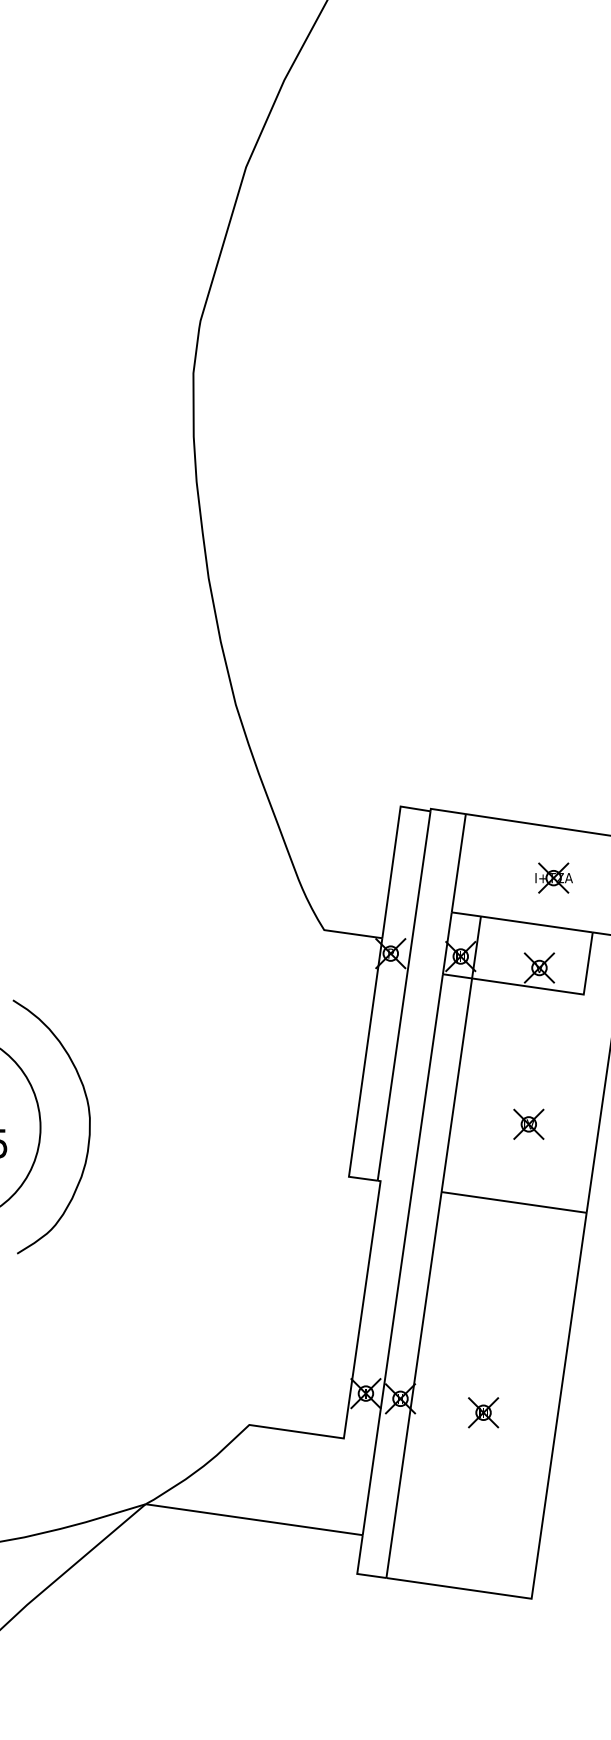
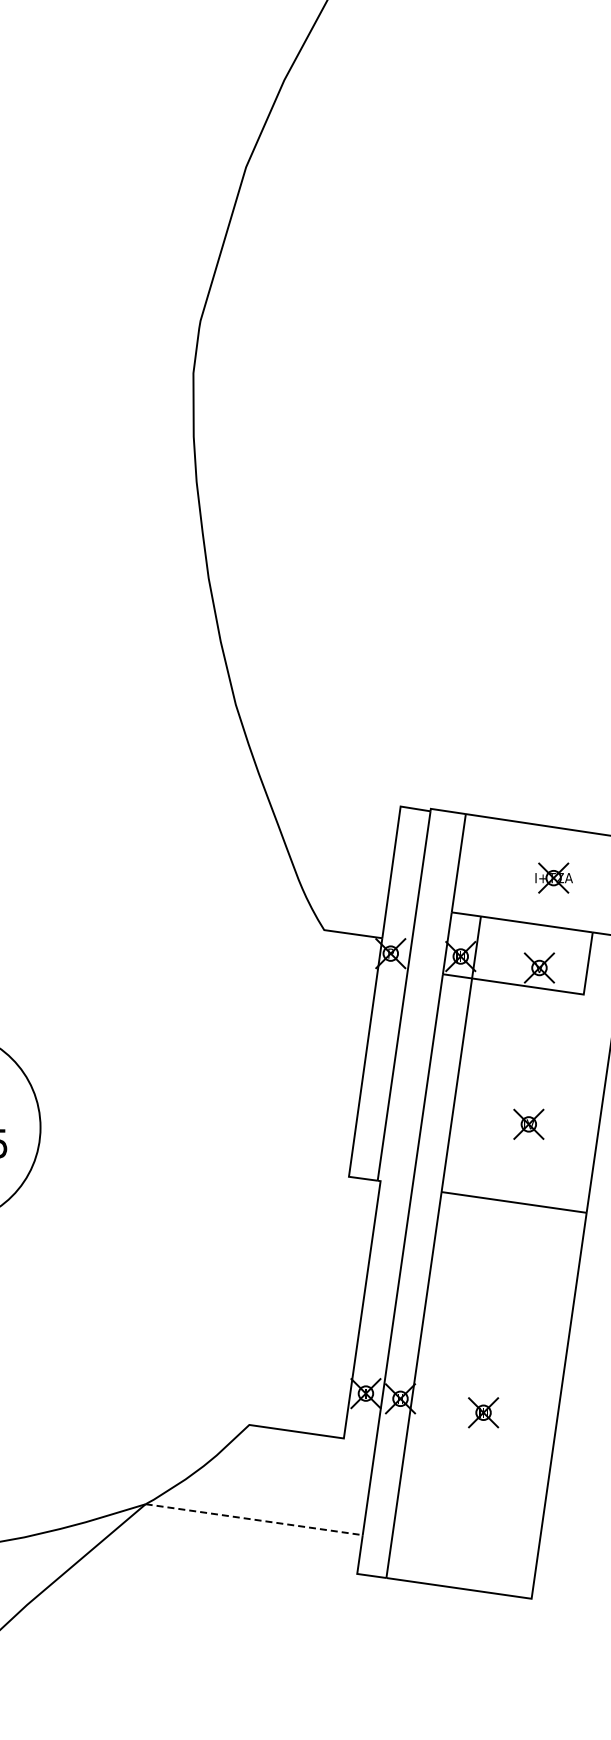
curve at (88, 1128): present -> none
line at (253, 1519): solid -> dashed
